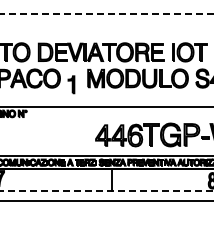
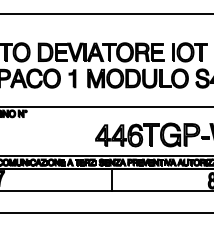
line at (107, 14): dashed -> solid
part at (71, 84) position: (71, 84) -> (72, 78)
line at (107, 190): dashed -> solid
line at (106, 200) position: (106, 200) -> (106, 212)
